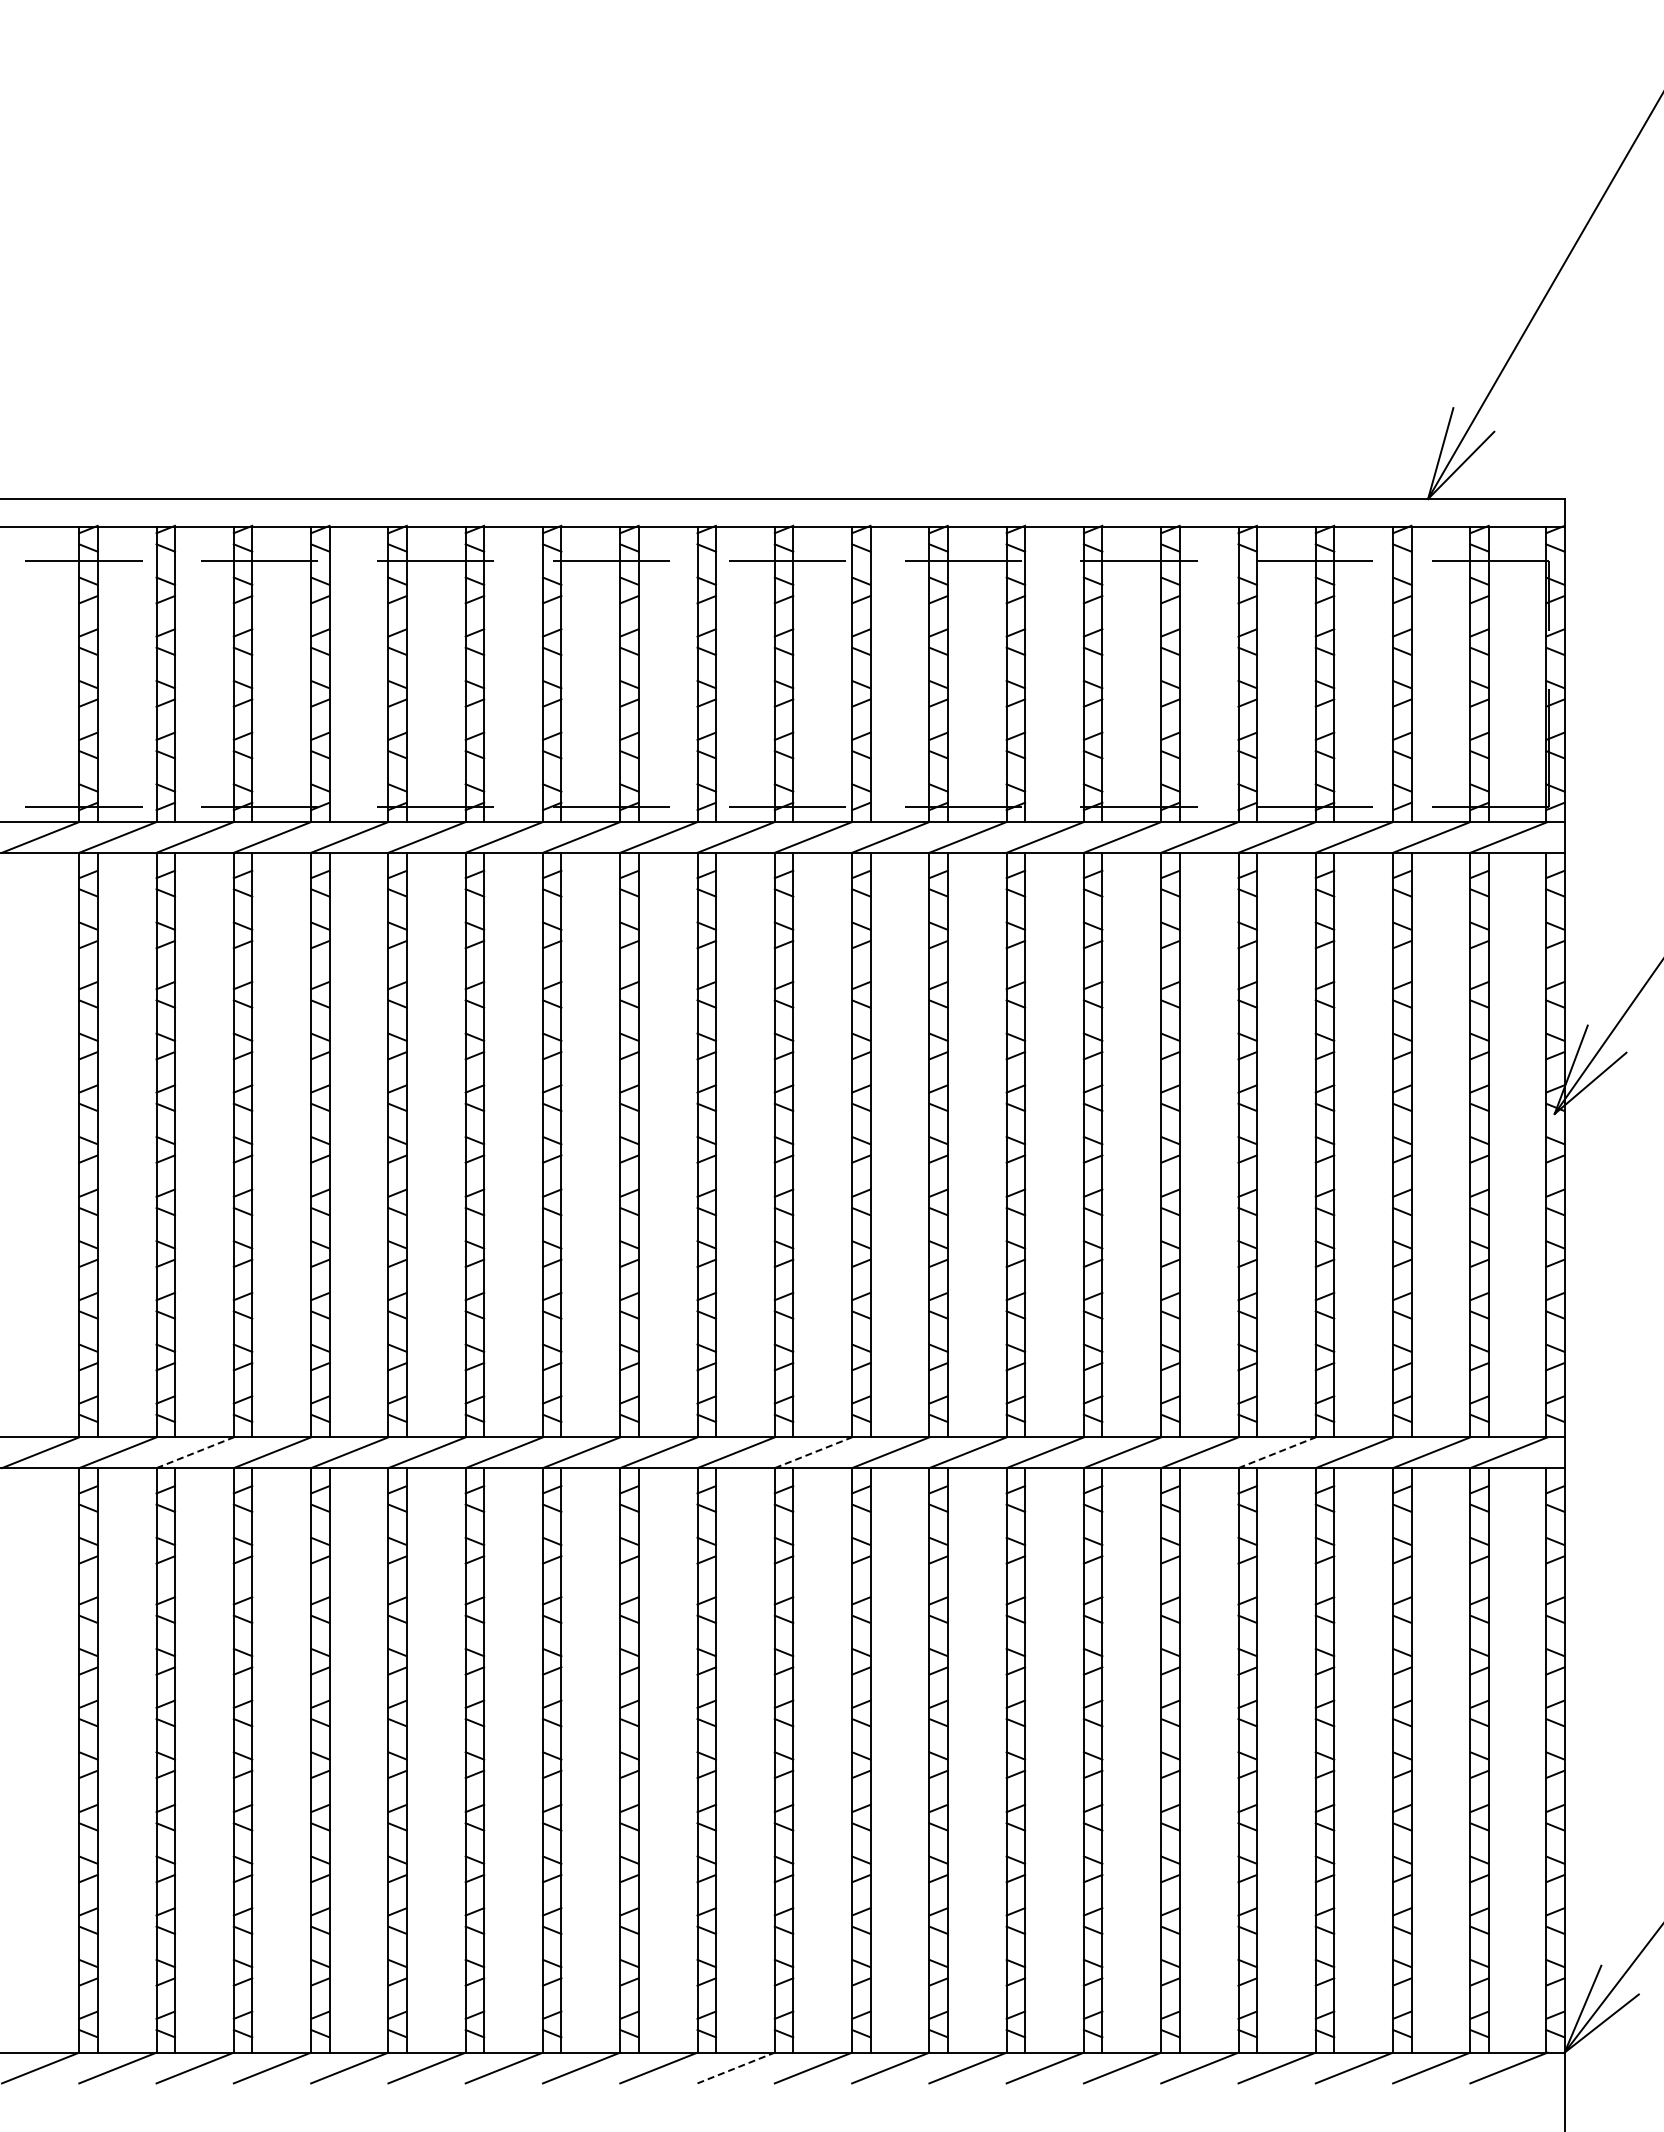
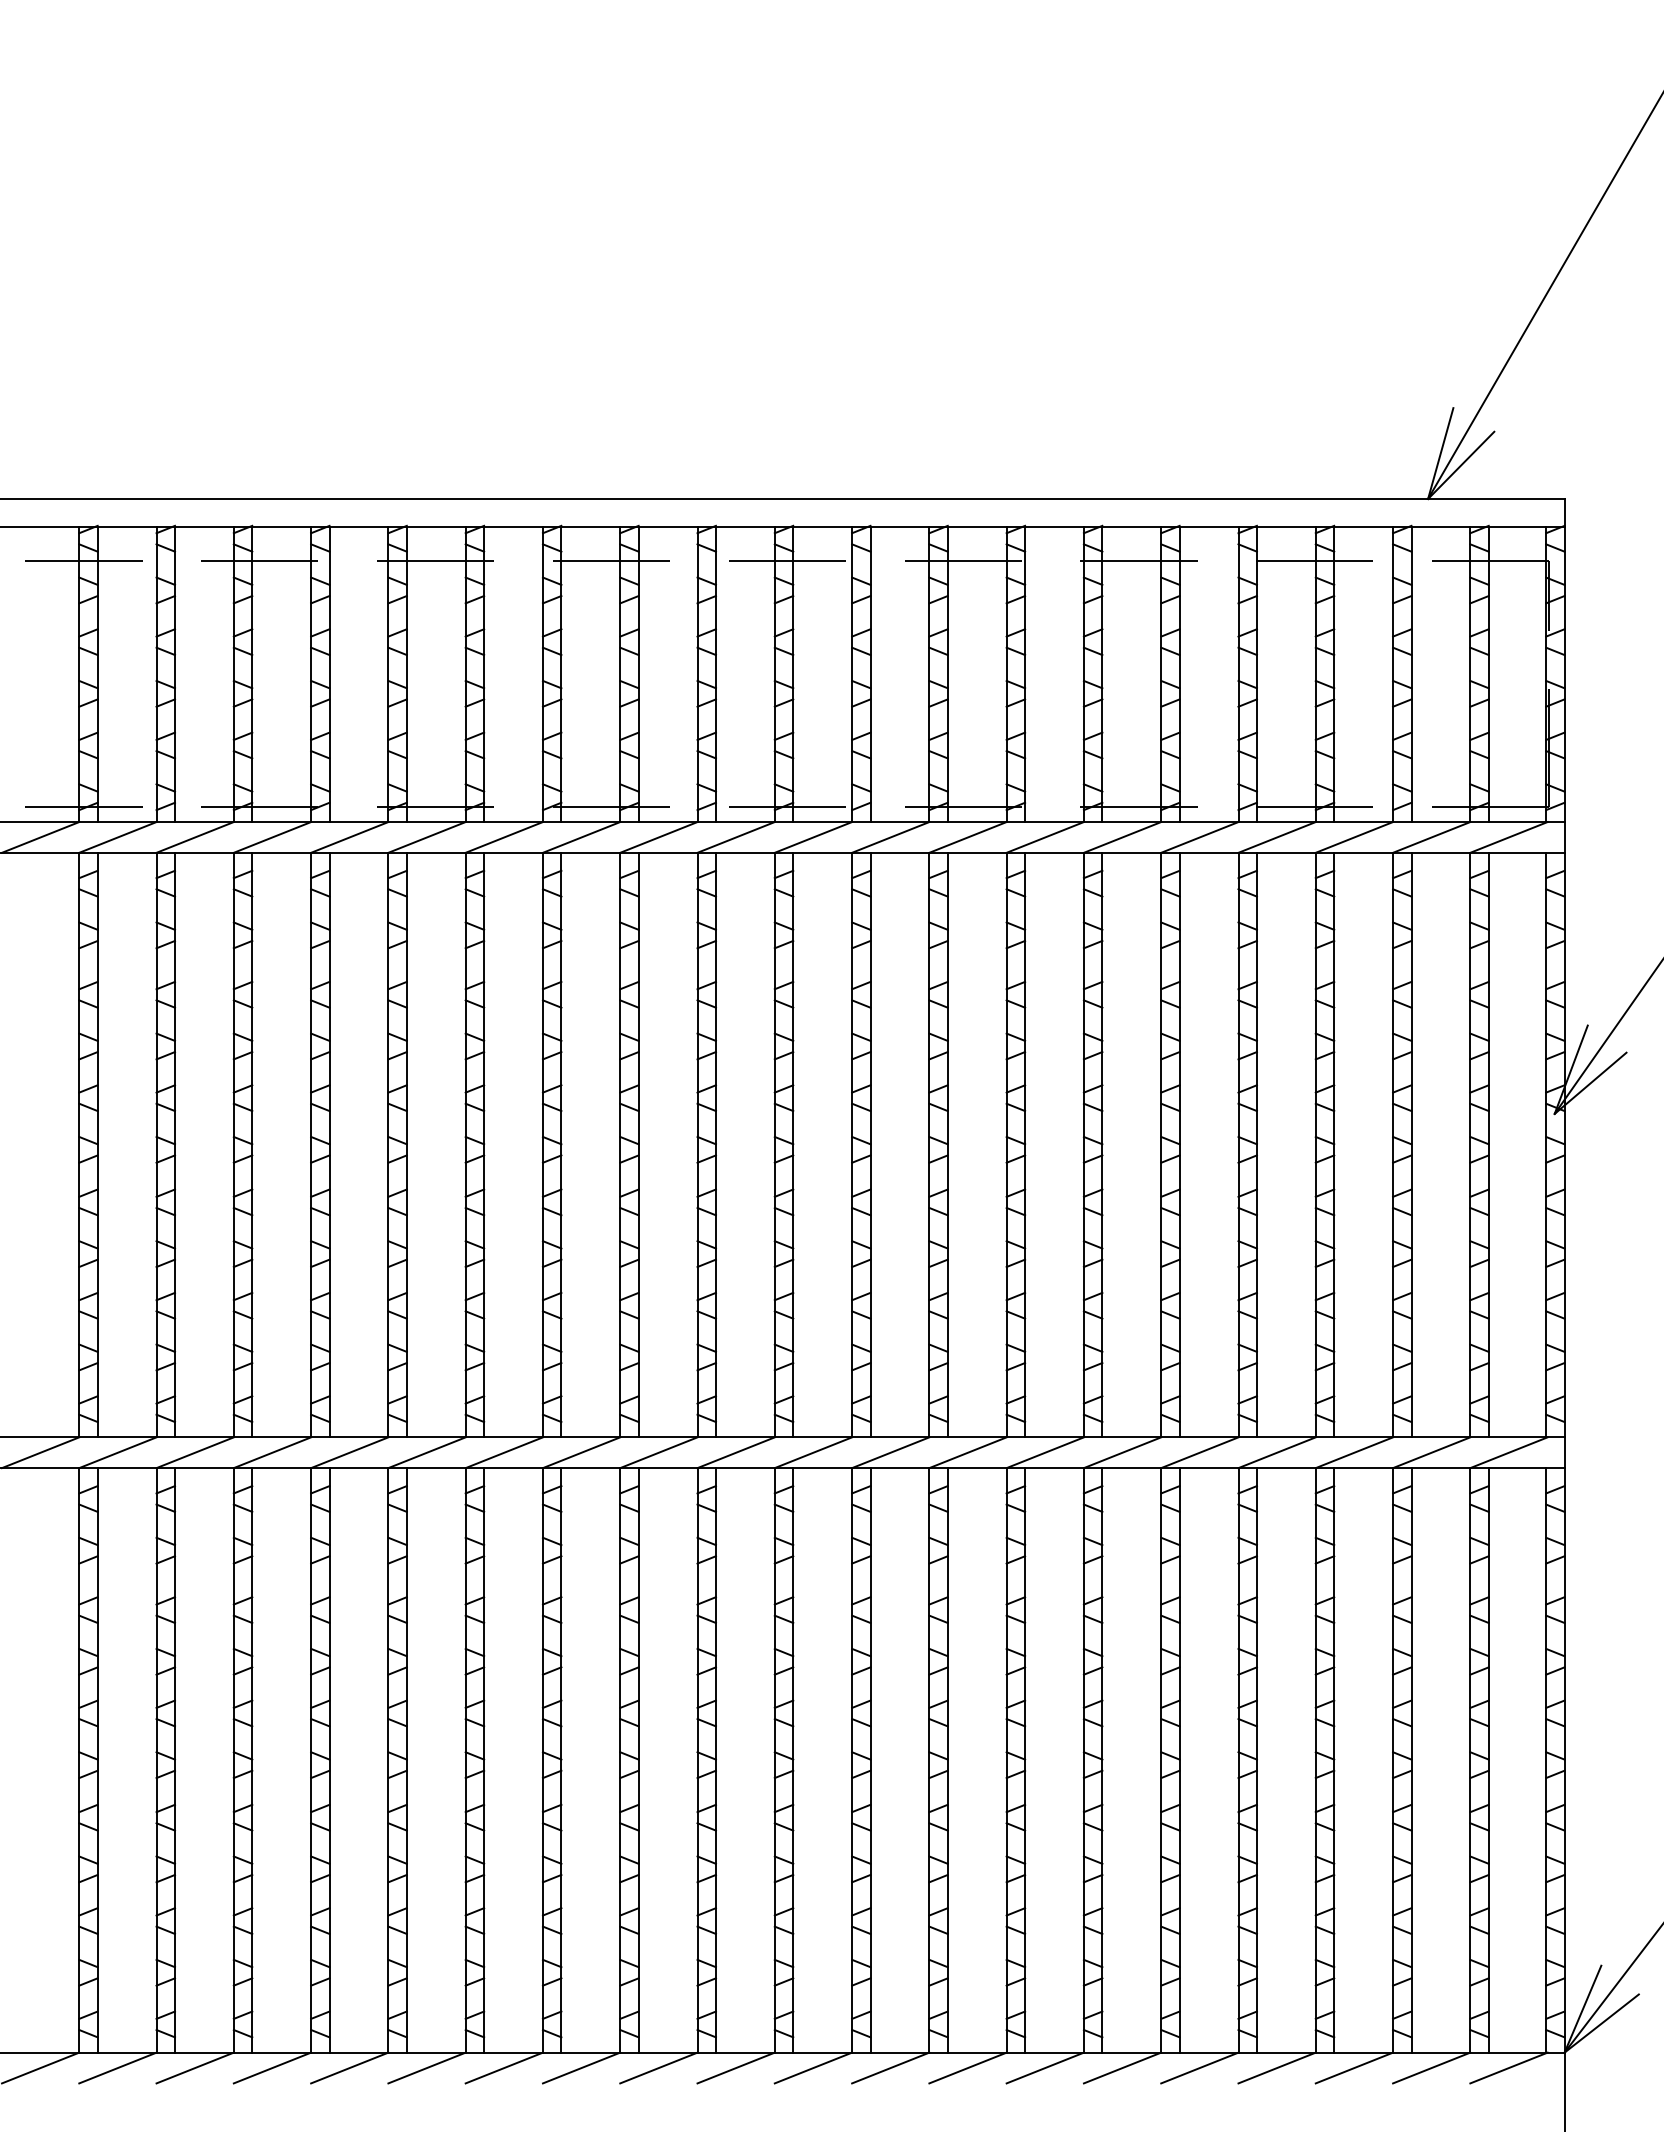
line at (195, 1452): dashed -> solid
line at (813, 1452): dashed -> solid
line at (1277, 1452): dashed -> solid
line at (736, 2068): dashed -> solid
